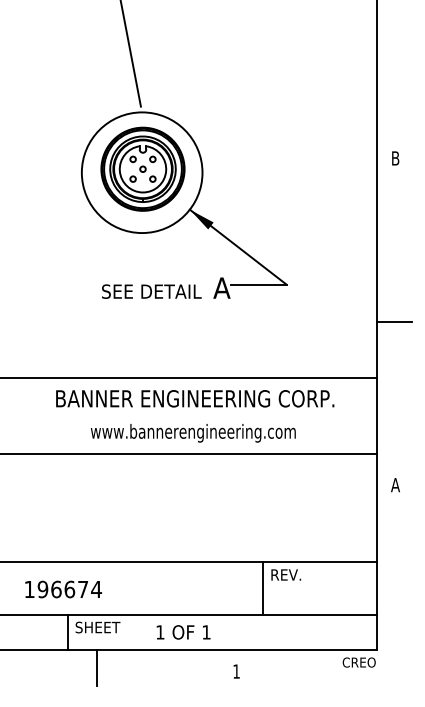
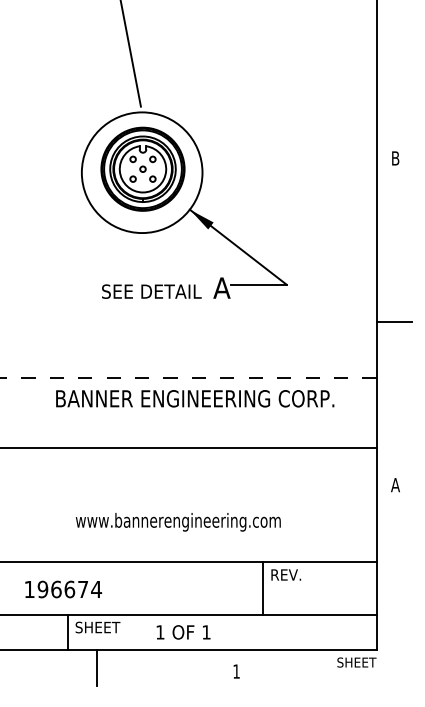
line at (188, 377): solid -> dashed
text at (192, 433) position: (192, 433) -> (177, 522)
line at (189, 454) position: (189, 454) -> (189, 448)
text at (356, 662): CREO -> SHEET
